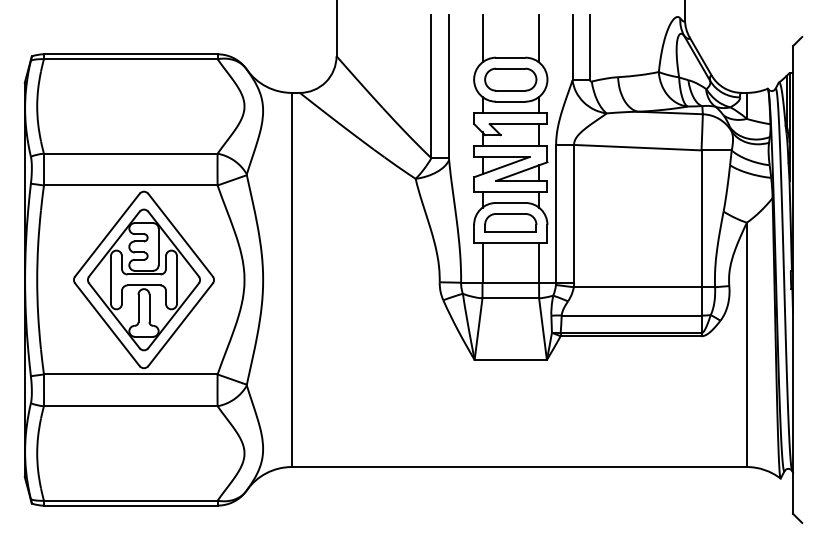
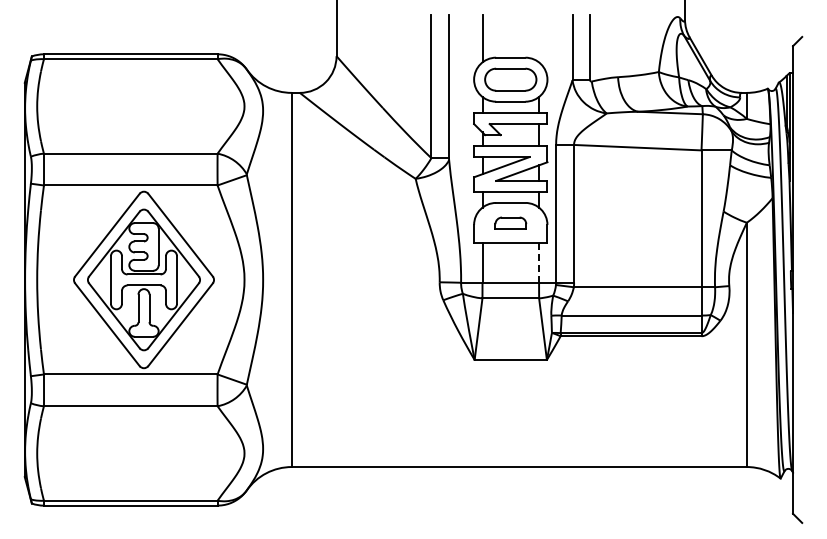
line at (539, 38): present -> none
part at (510, 222) size: 54x20 px -> 34x14 px
line at (539, 263): solid -> dashed
